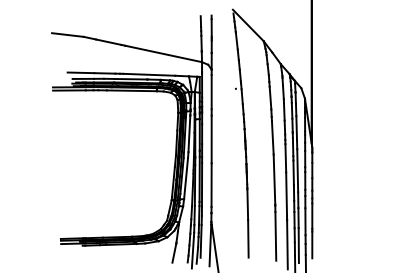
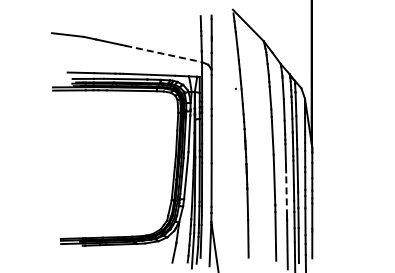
line at (164, 54): solid -> dashed
line at (286, 194): solid -> dashed
